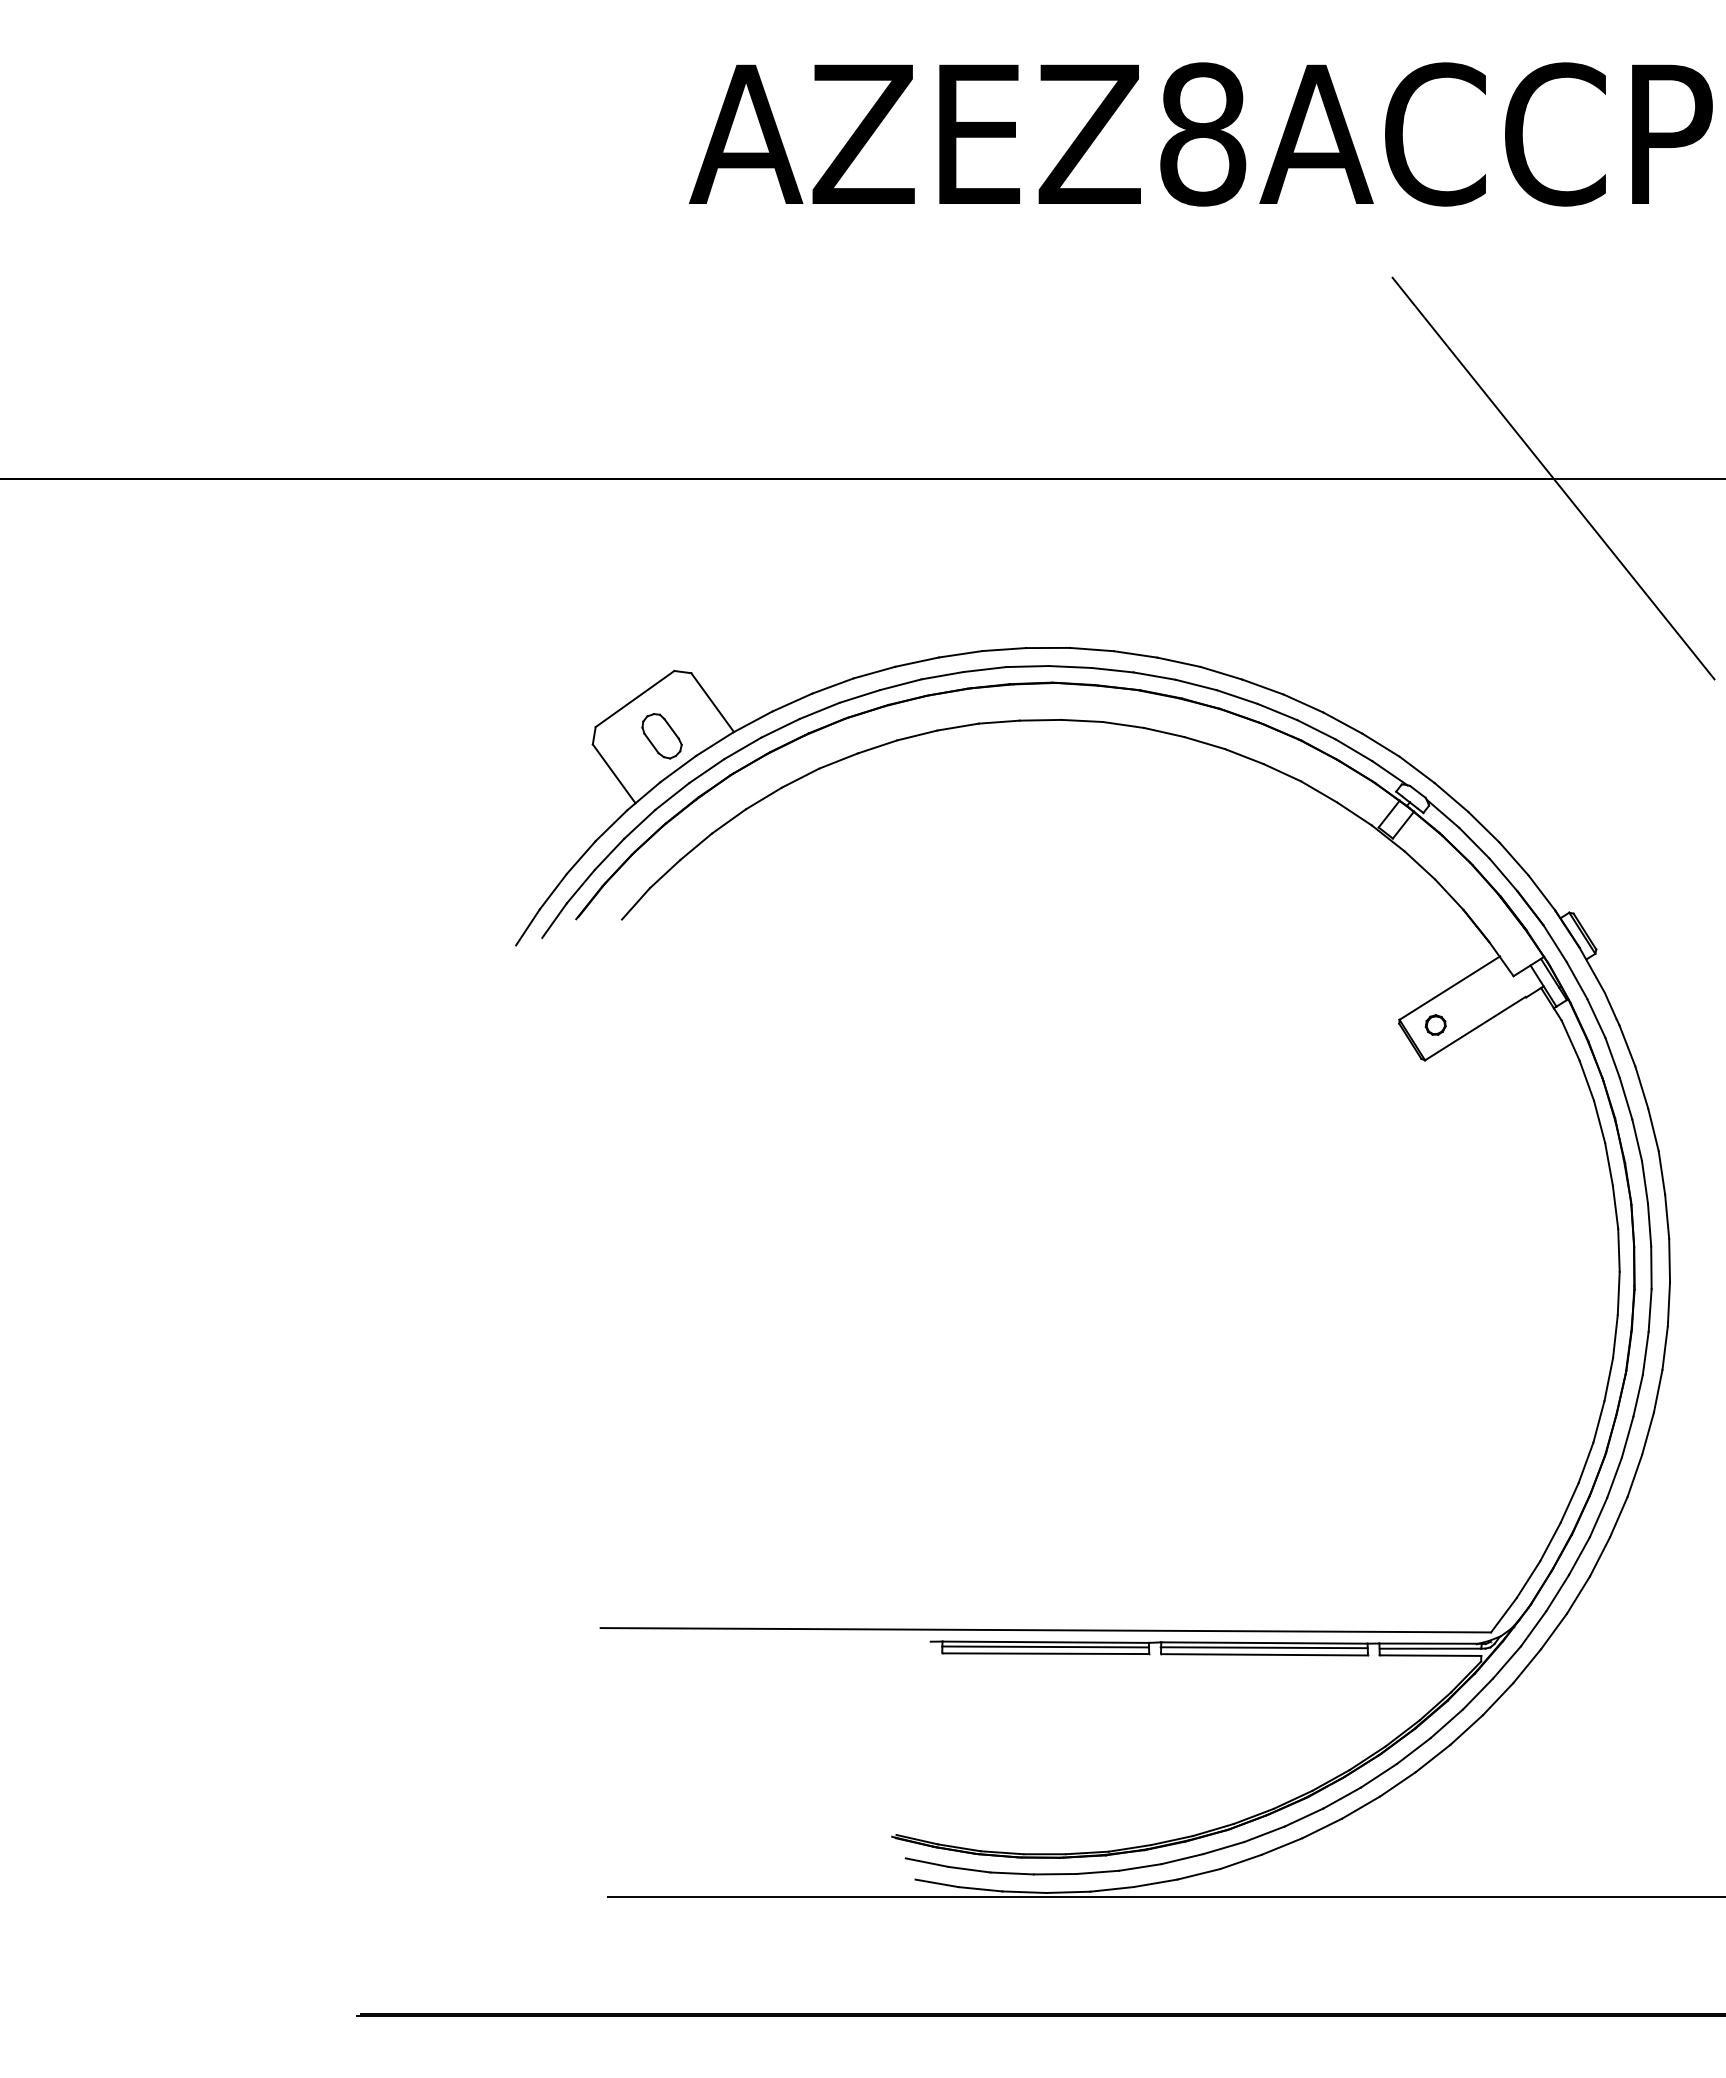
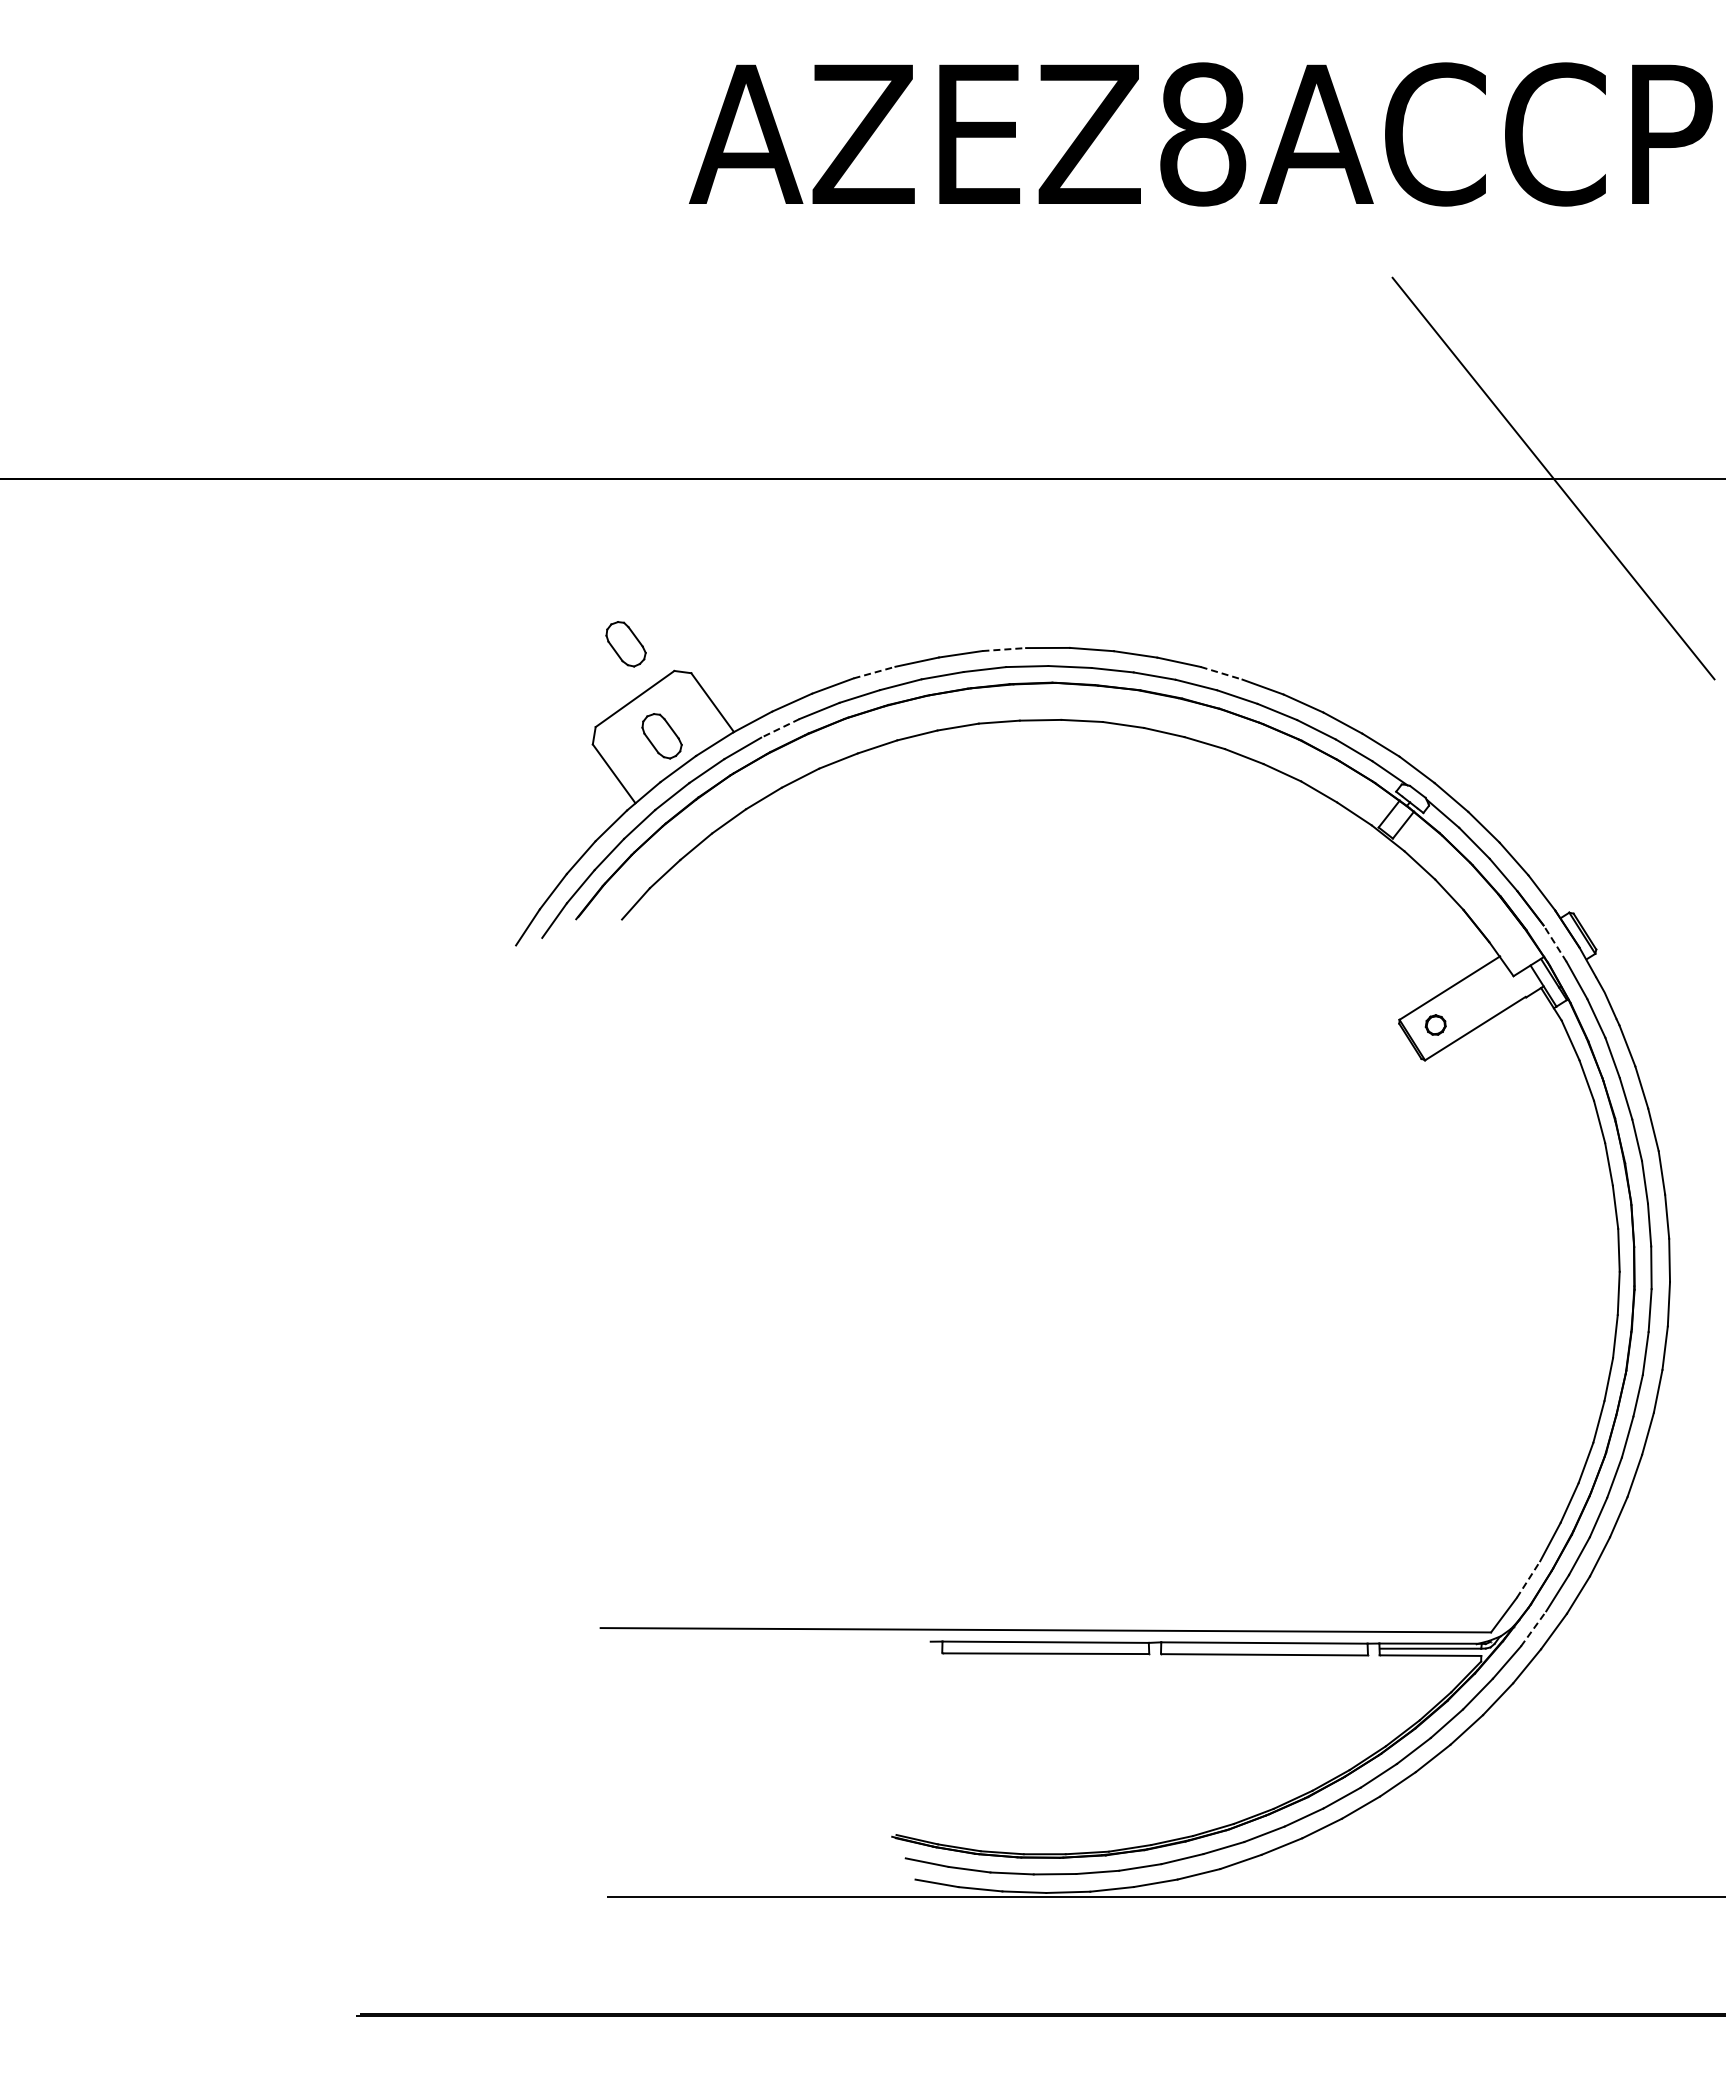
part at (625, 644): none -> present
line at (1004, 649): solid -> dashed
line at (874, 672): solid -> dashed
line at (1221, 673): solid -> dashed
line at (779, 728): solid -> dashed
line at (1555, 943): solid -> dashed
line at (1528, 1579): solid -> dashed
line at (1533, 1628): solid -> dashed
line at (1044, 1646): present -> none
line at (1263, 1647): present -> none
